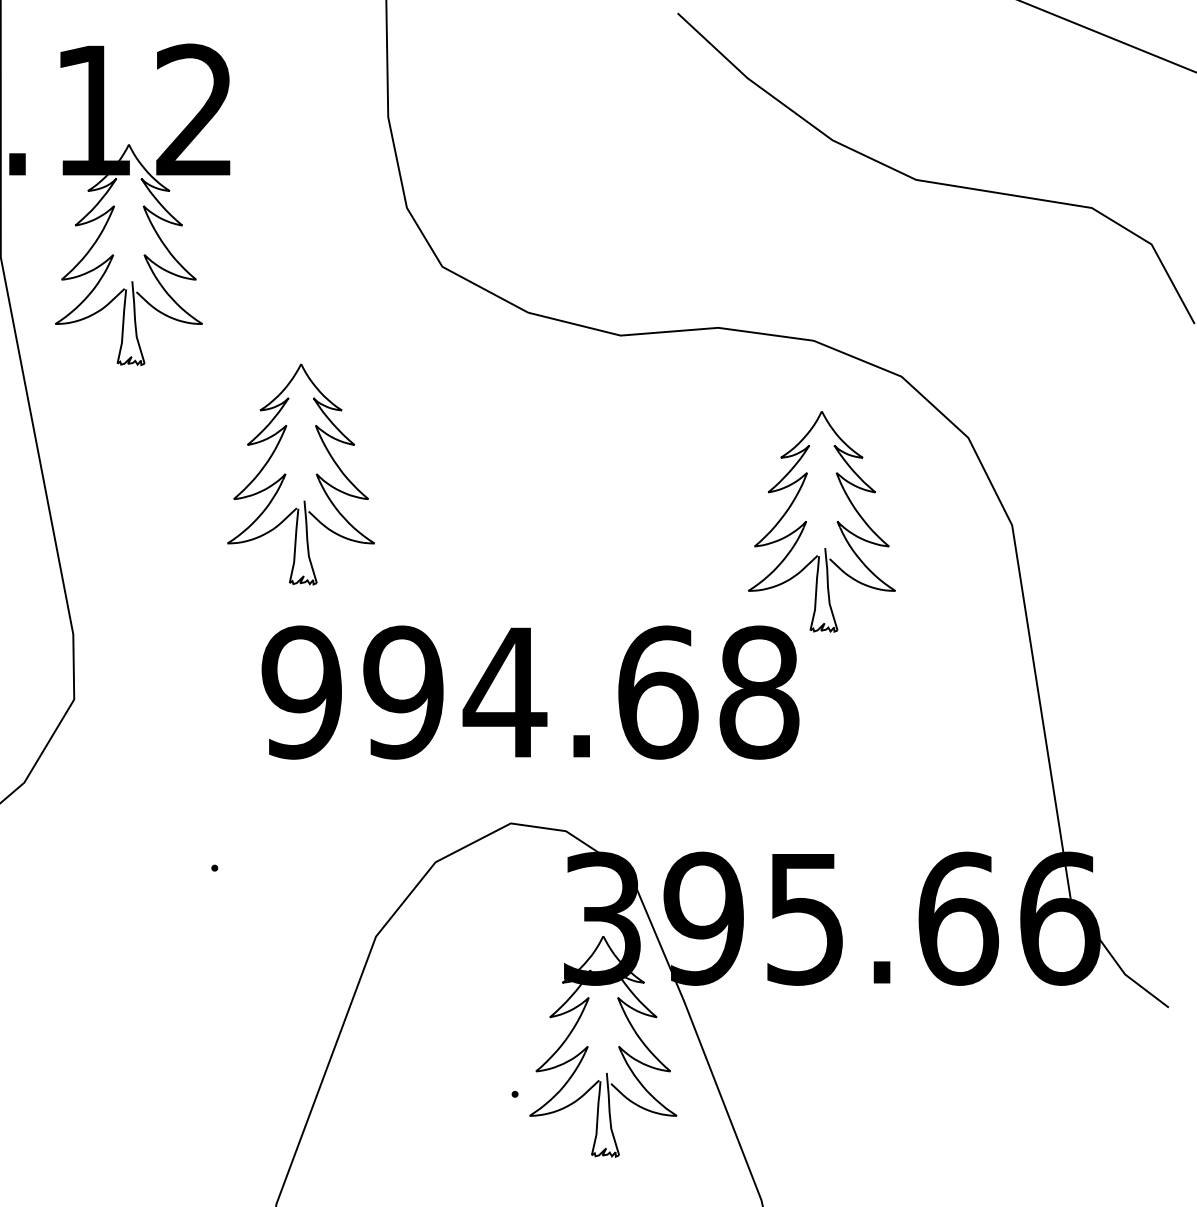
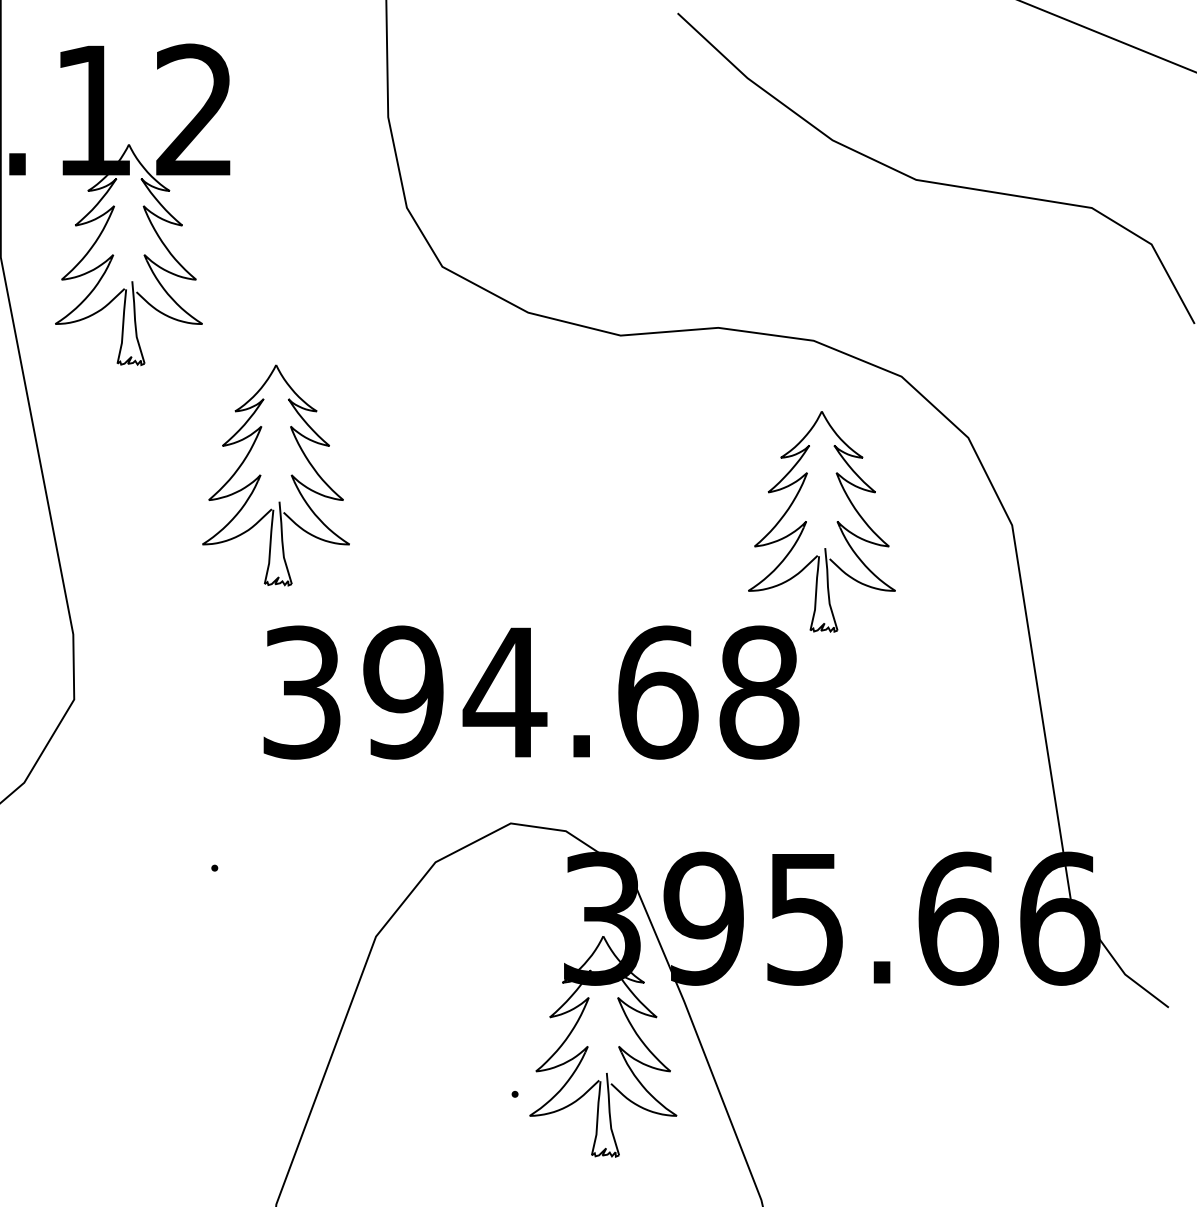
part at (286, 474) position: (286, 474) -> (261, 475)
text at (301, 692): 994.68 -> 394.68
